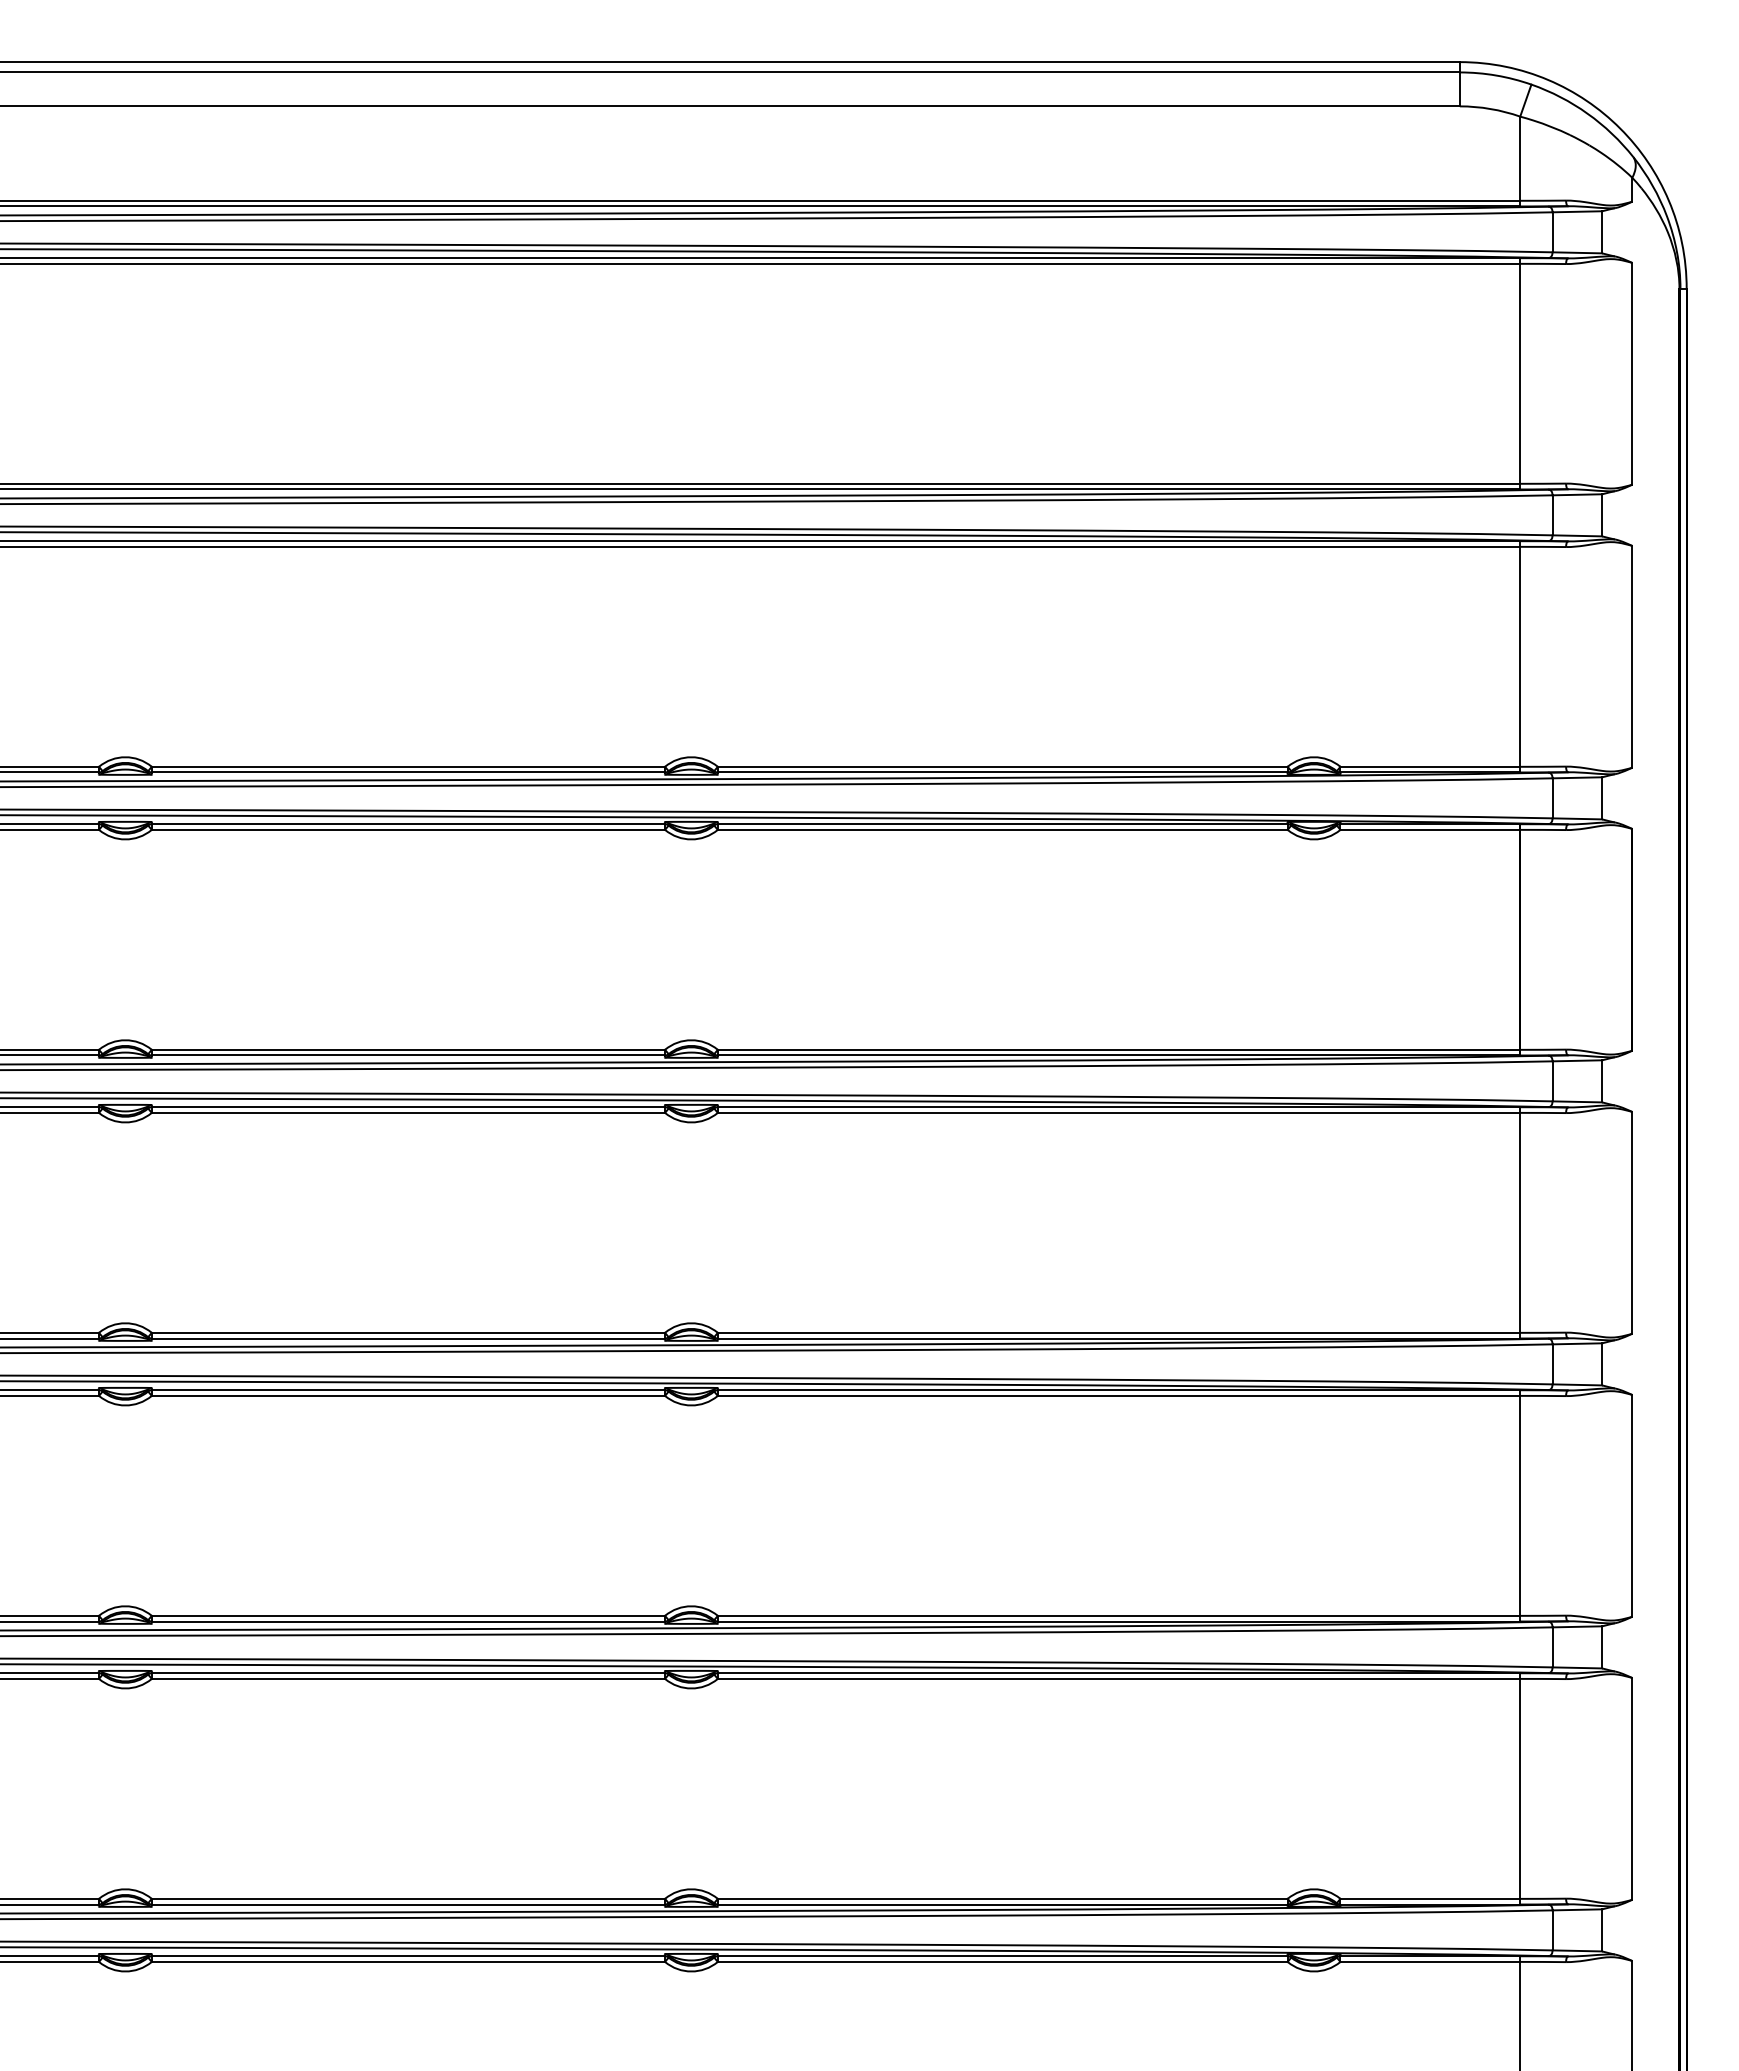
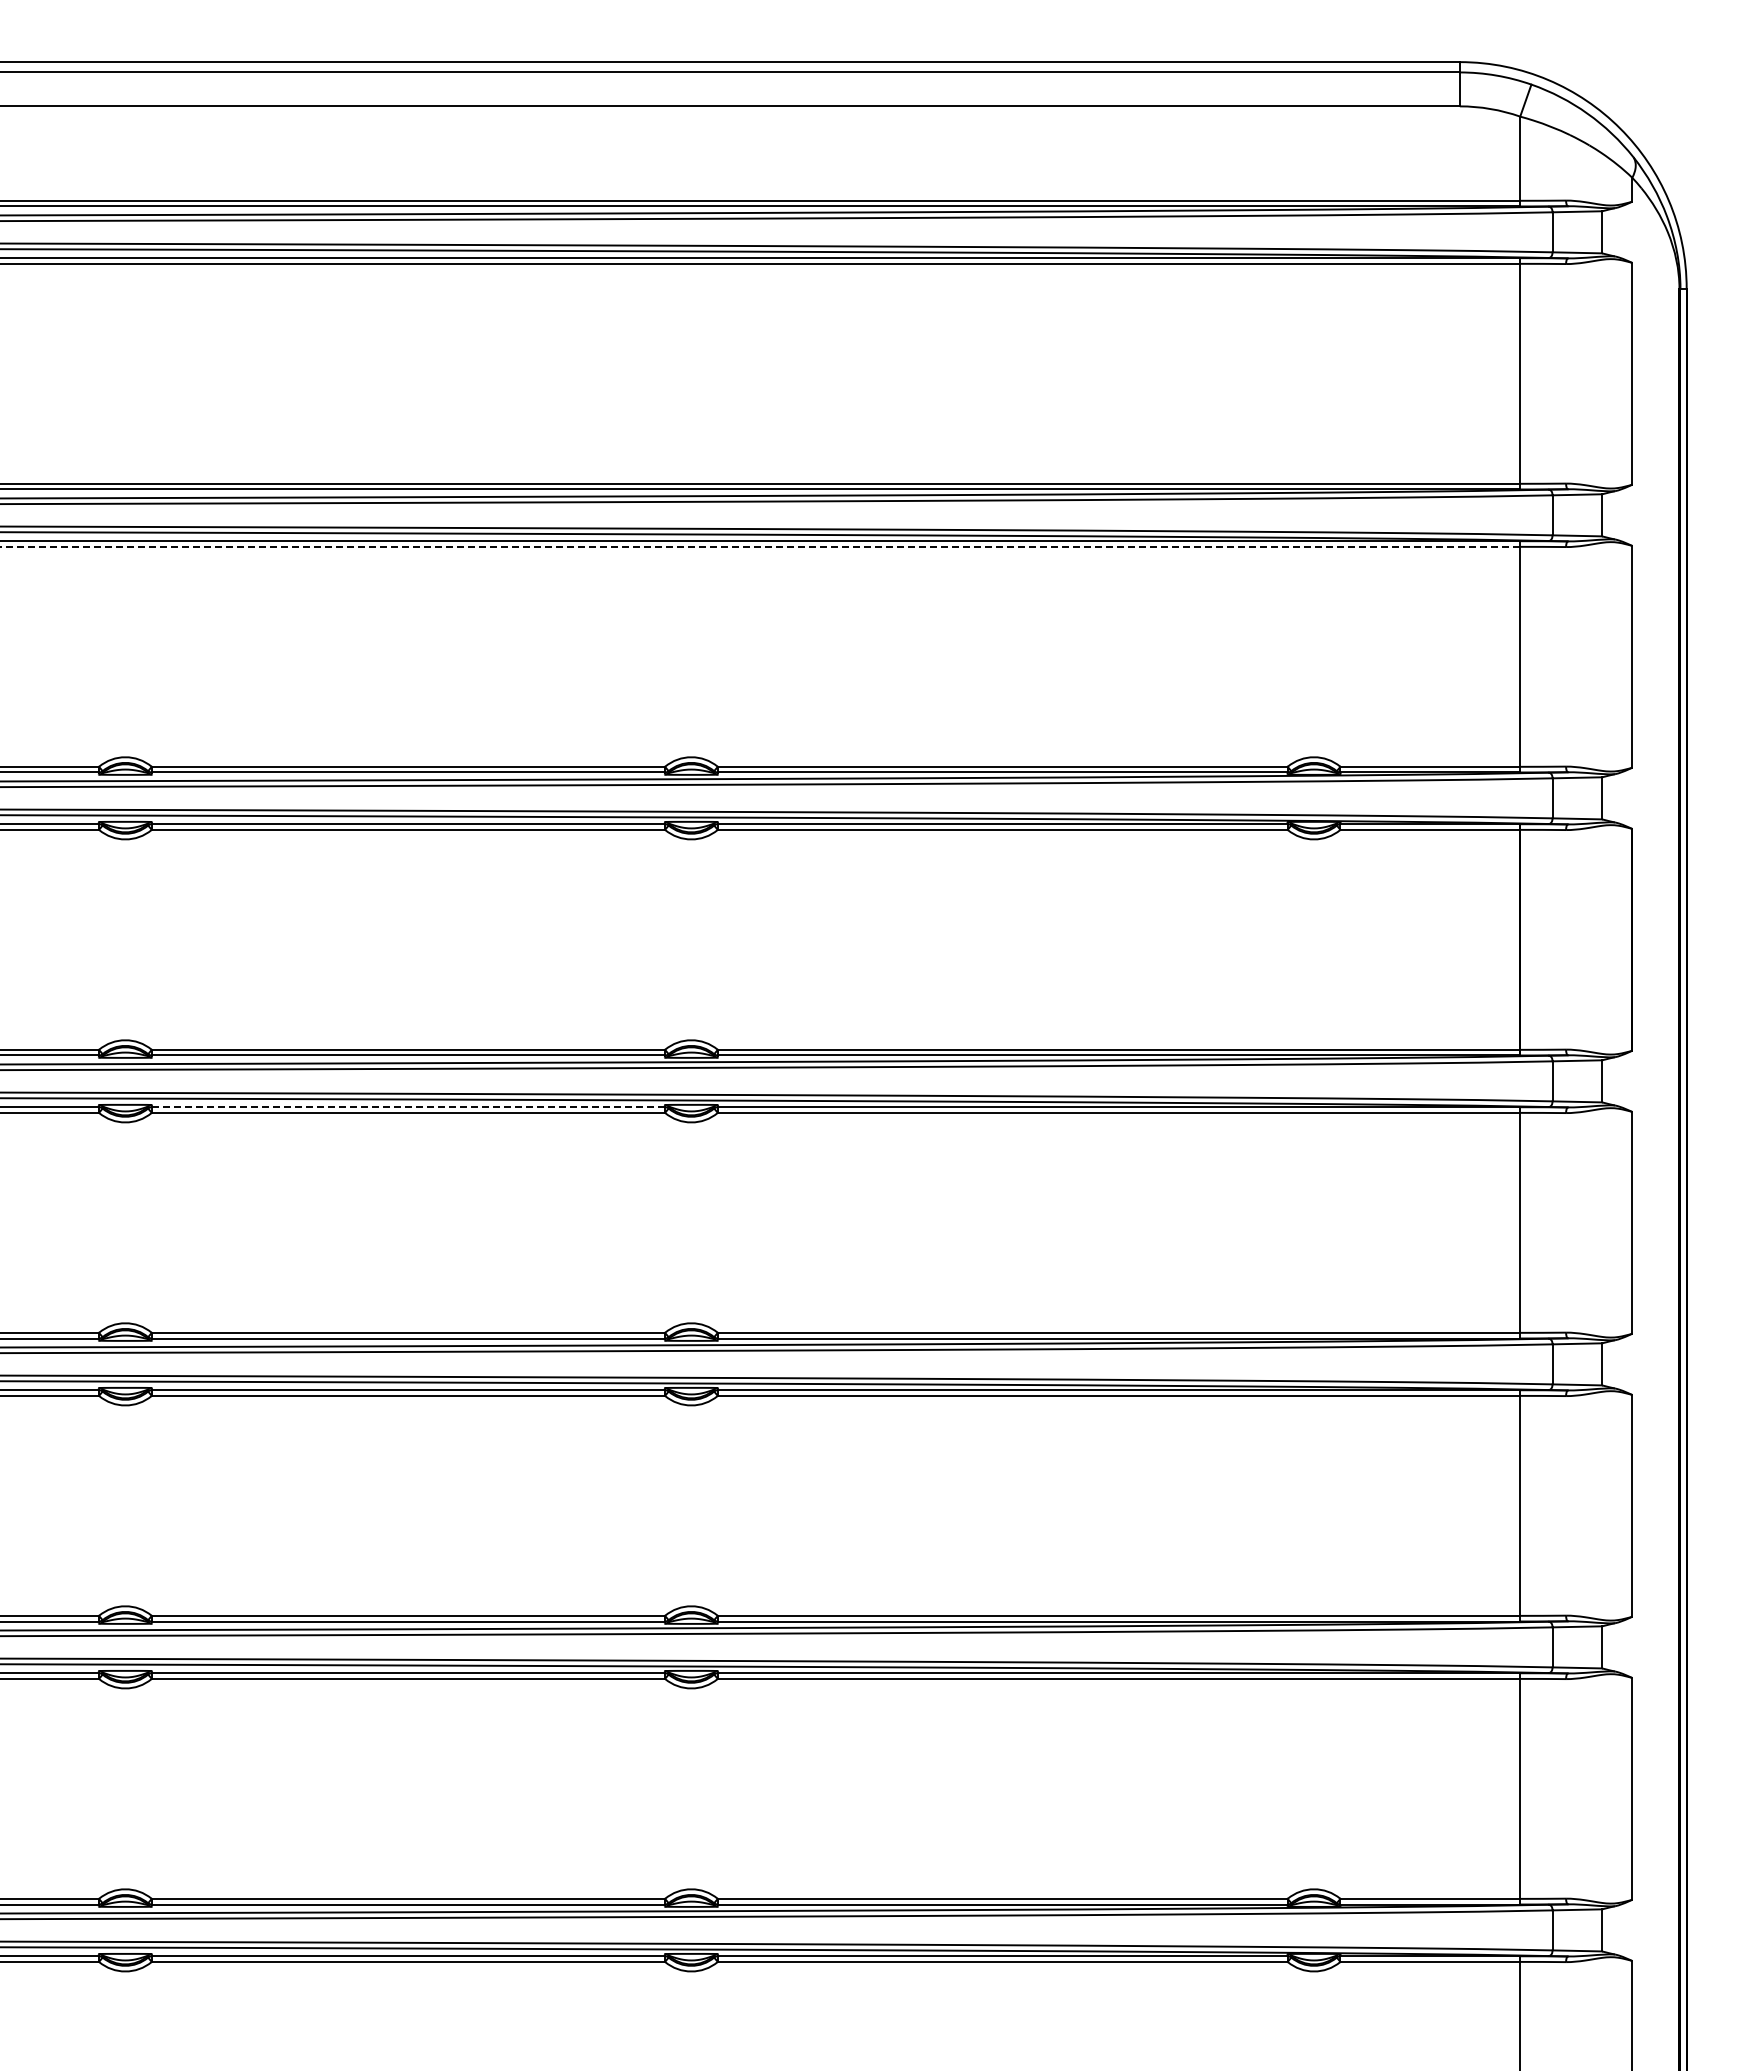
line at (760, 546): solid -> dashed
line at (408, 1107): solid -> dashed
